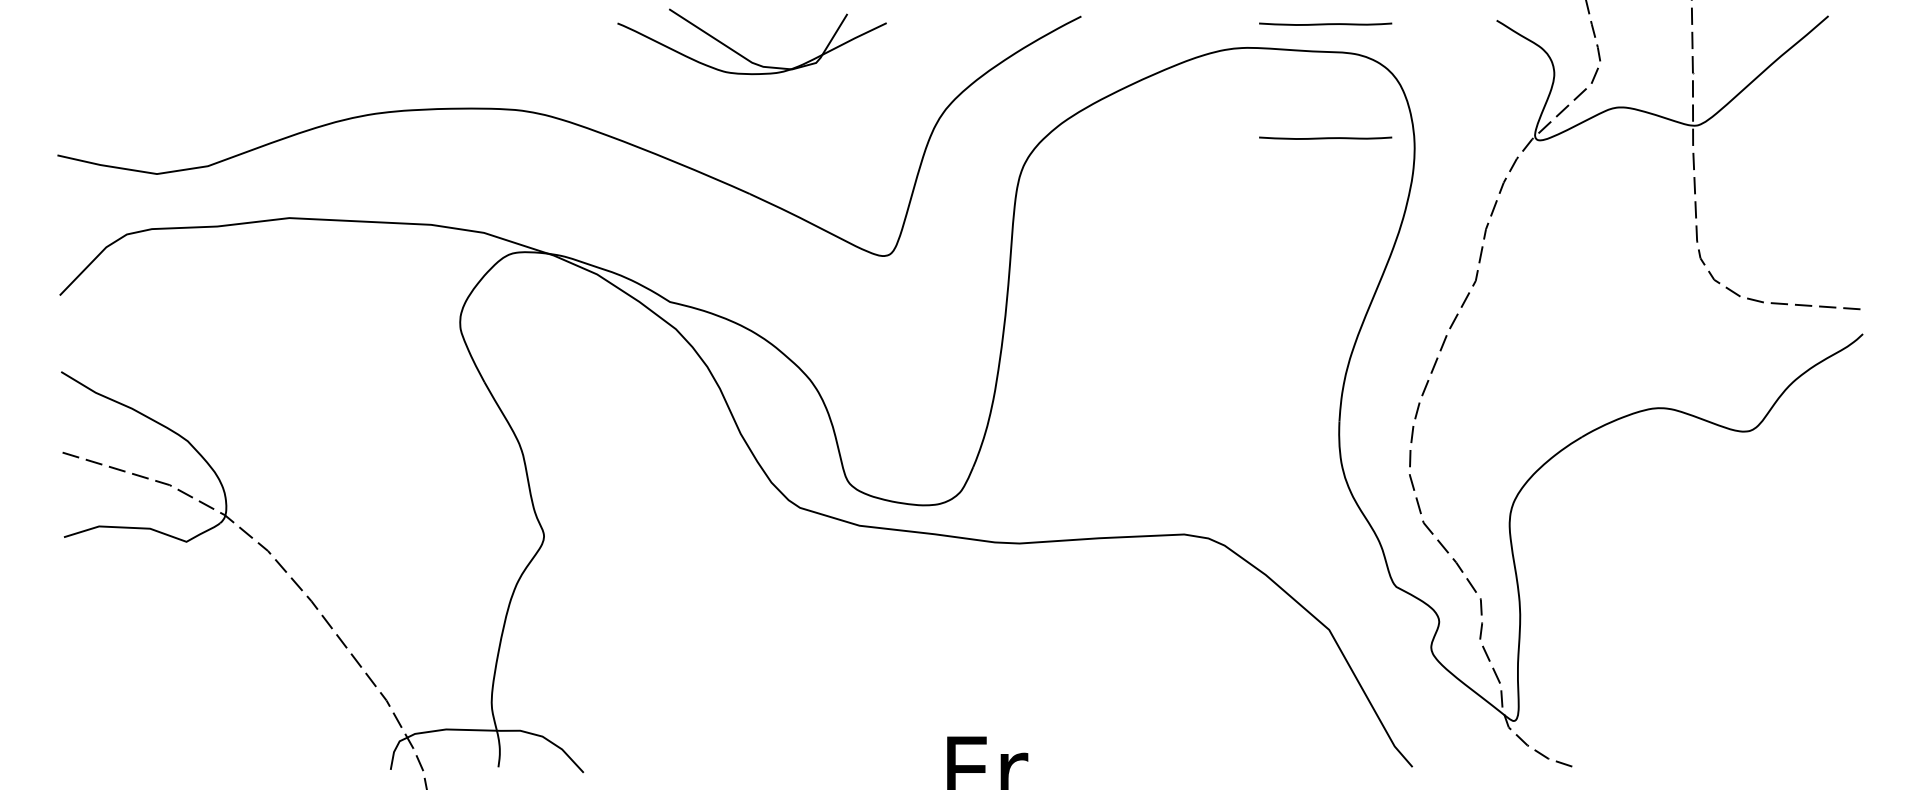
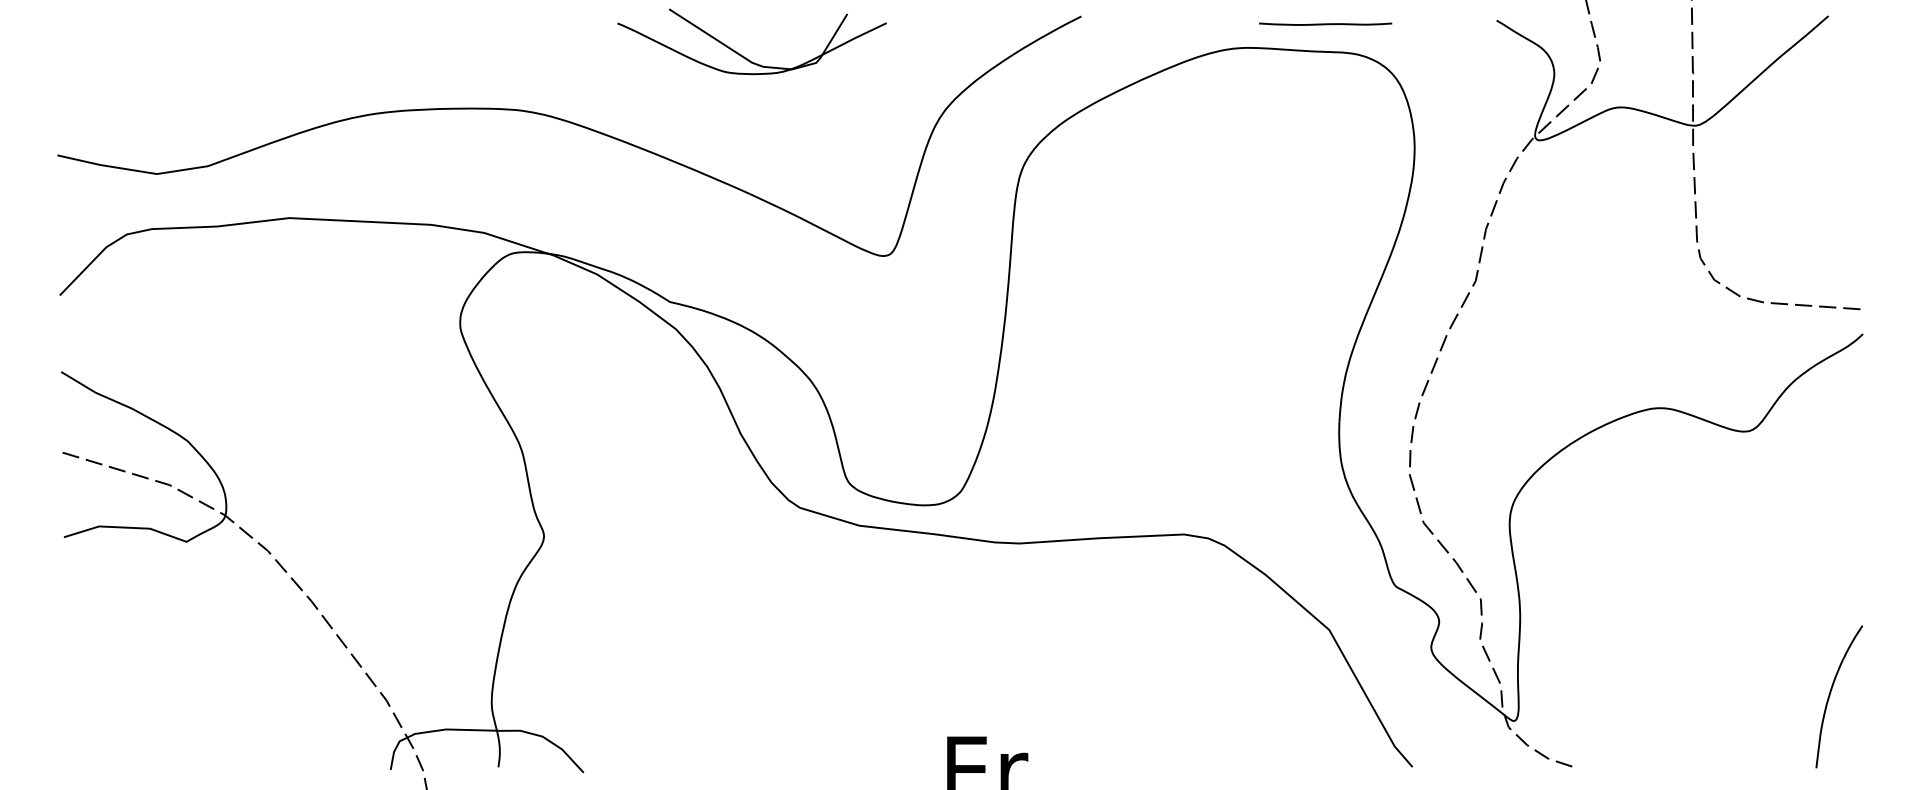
line at (1325, 137): present -> none
part at (1831, 692): none -> present
